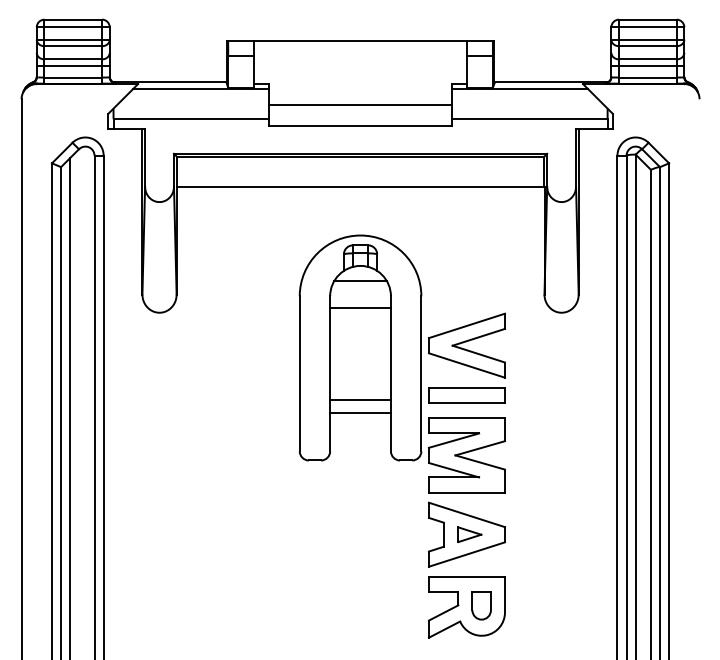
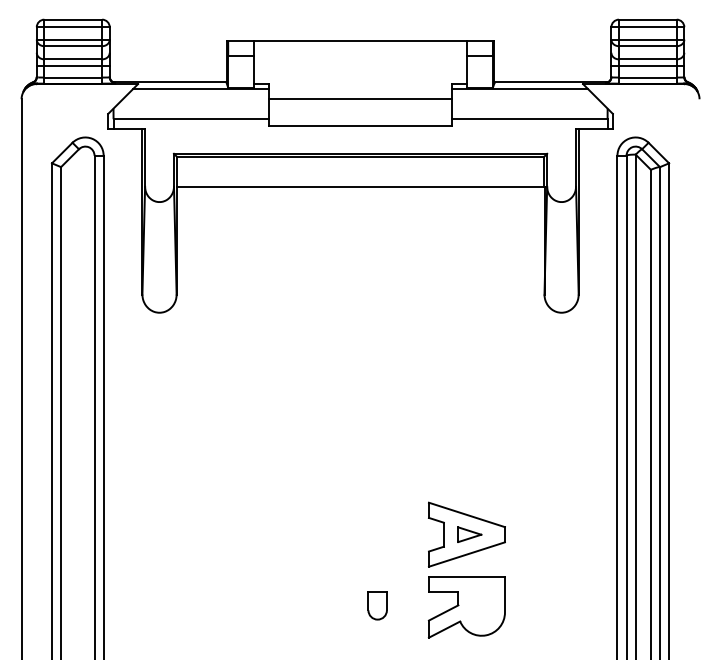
line at (360, 104) position: (360, 104) -> (360, 98)
part at (401, 363): present -> none
line at (70, 407): present -> none
part at (481, 605) position: (481, 605) -> (377, 605)
